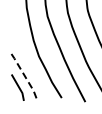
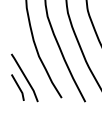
line at (26, 78): dashed -> solid
